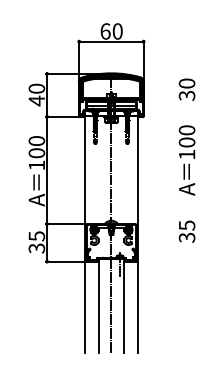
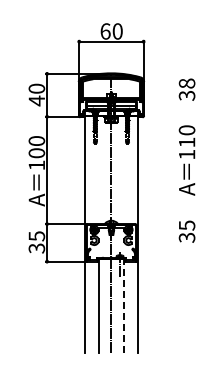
text at (186, 83): 30 -> 38
text at (186, 142): 100 -> 110
line at (124, 306): solid -> dashed
